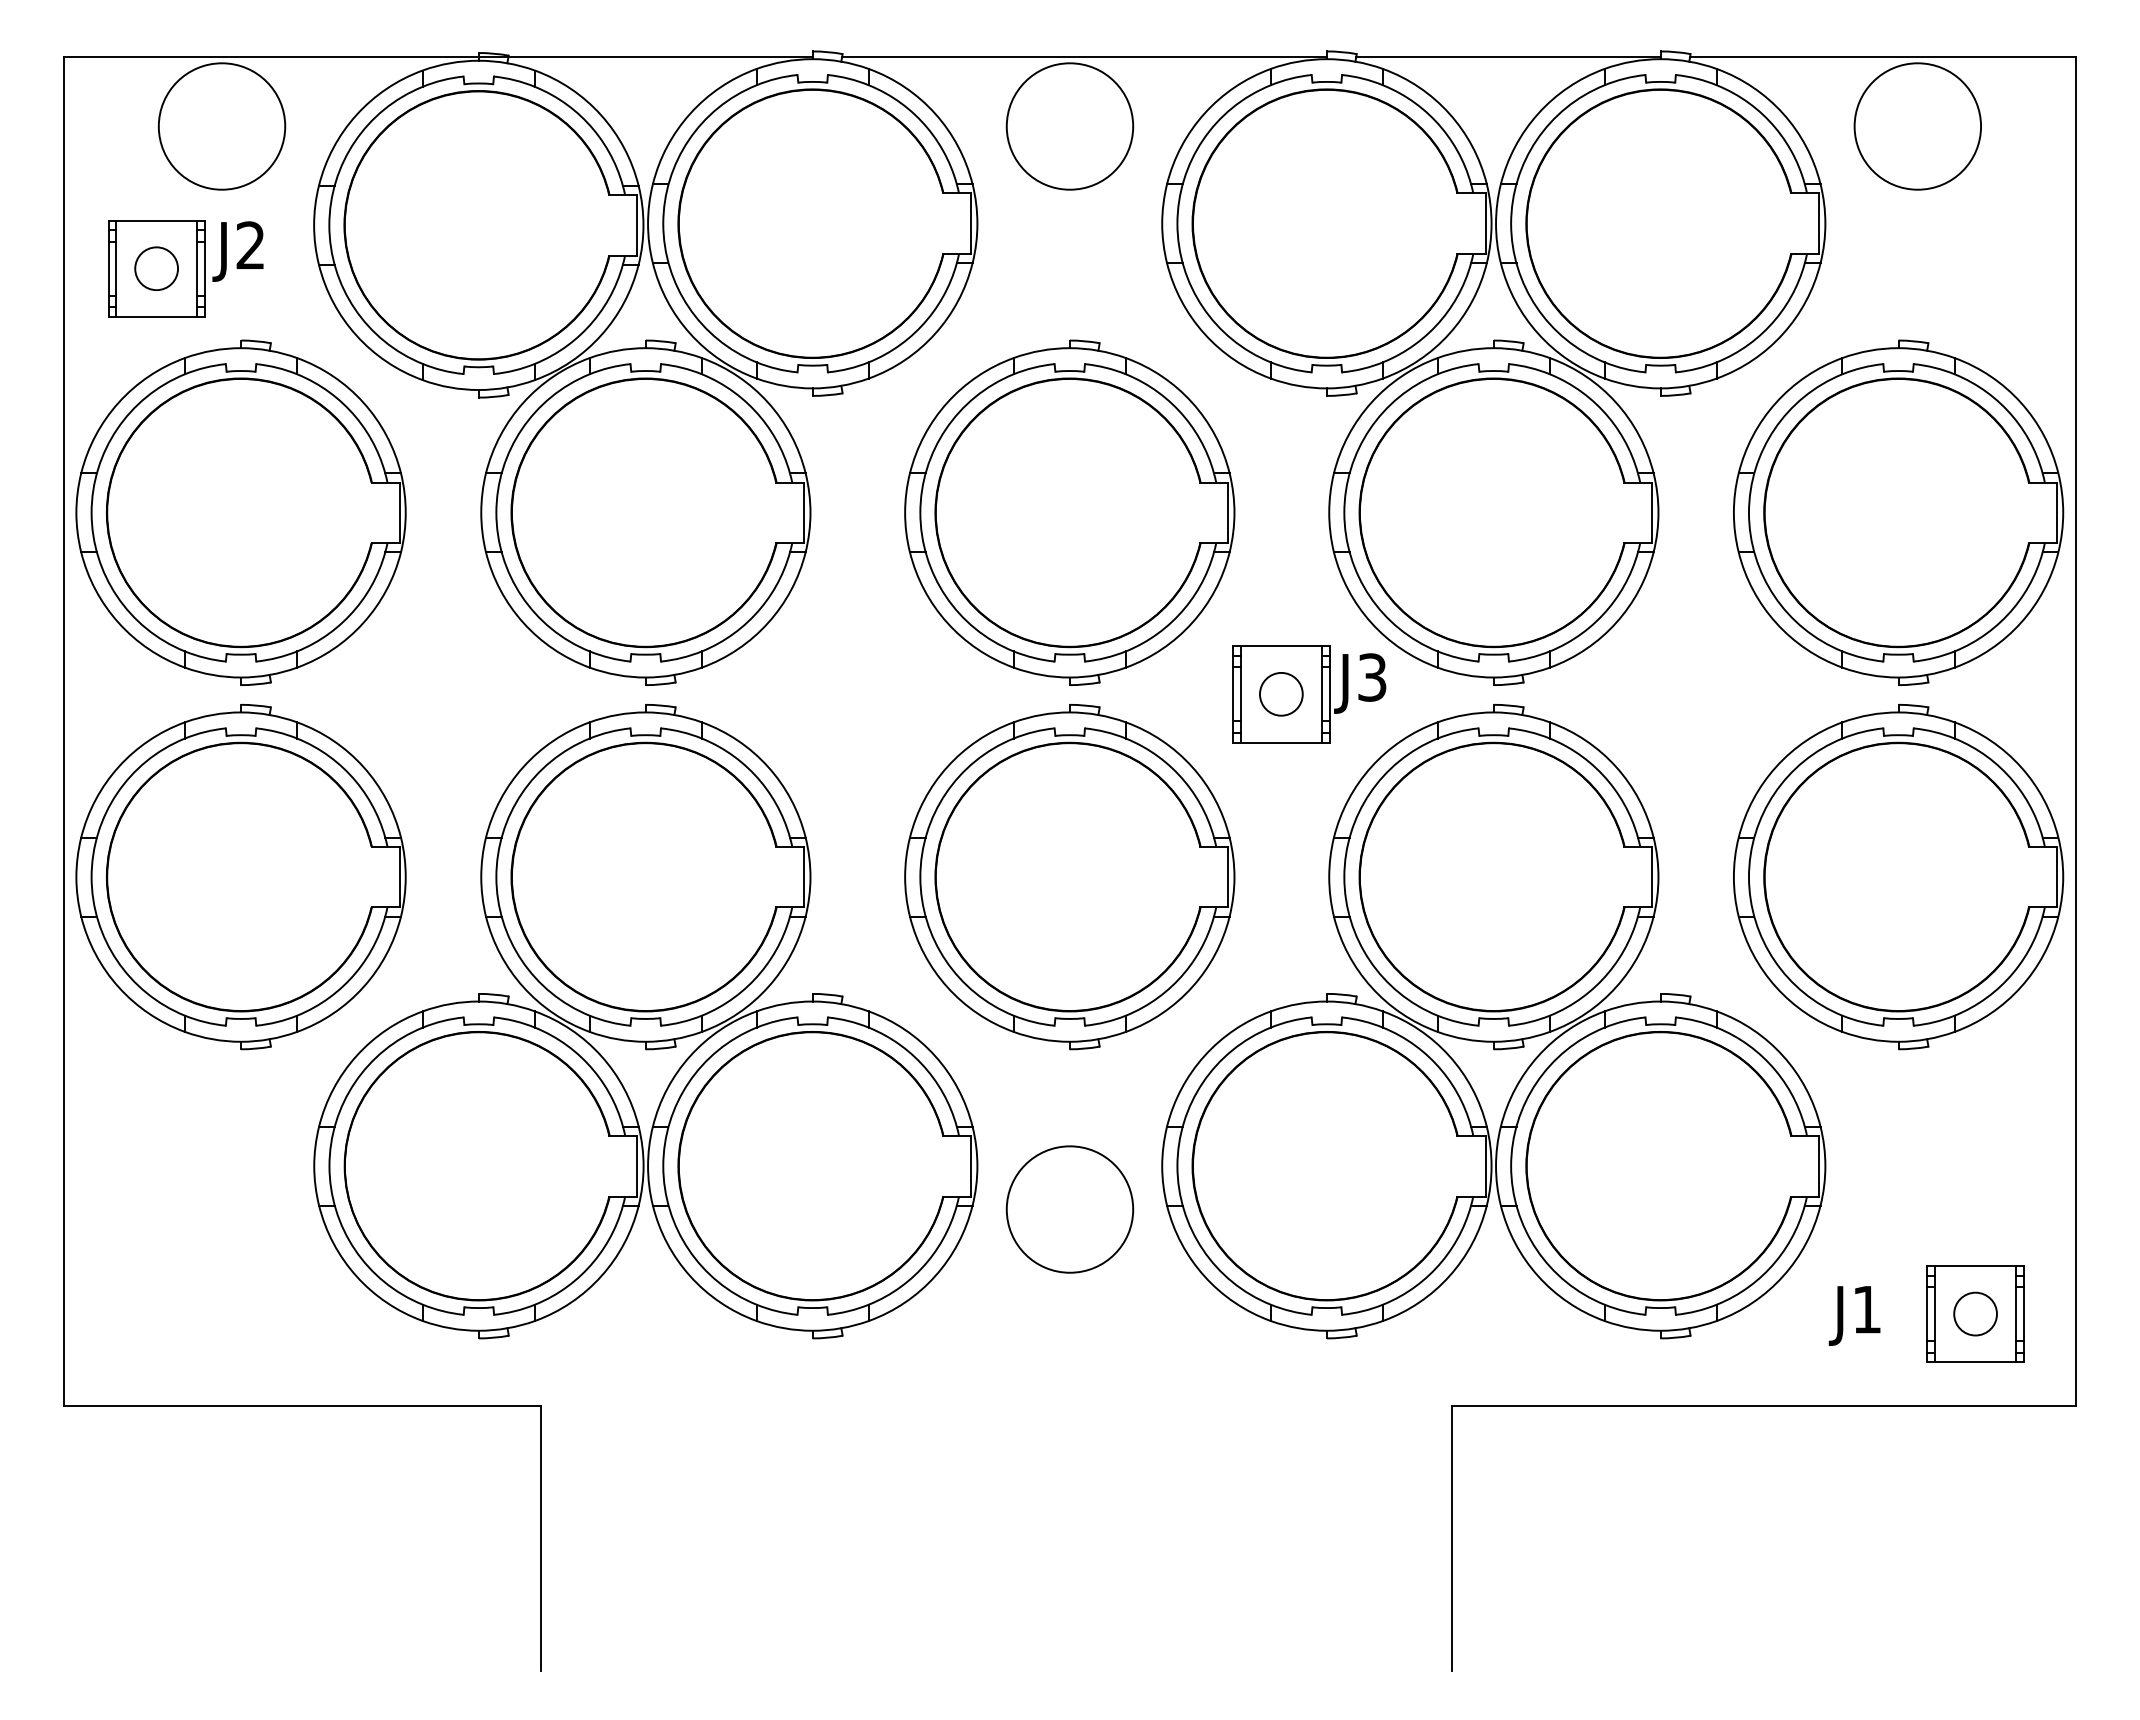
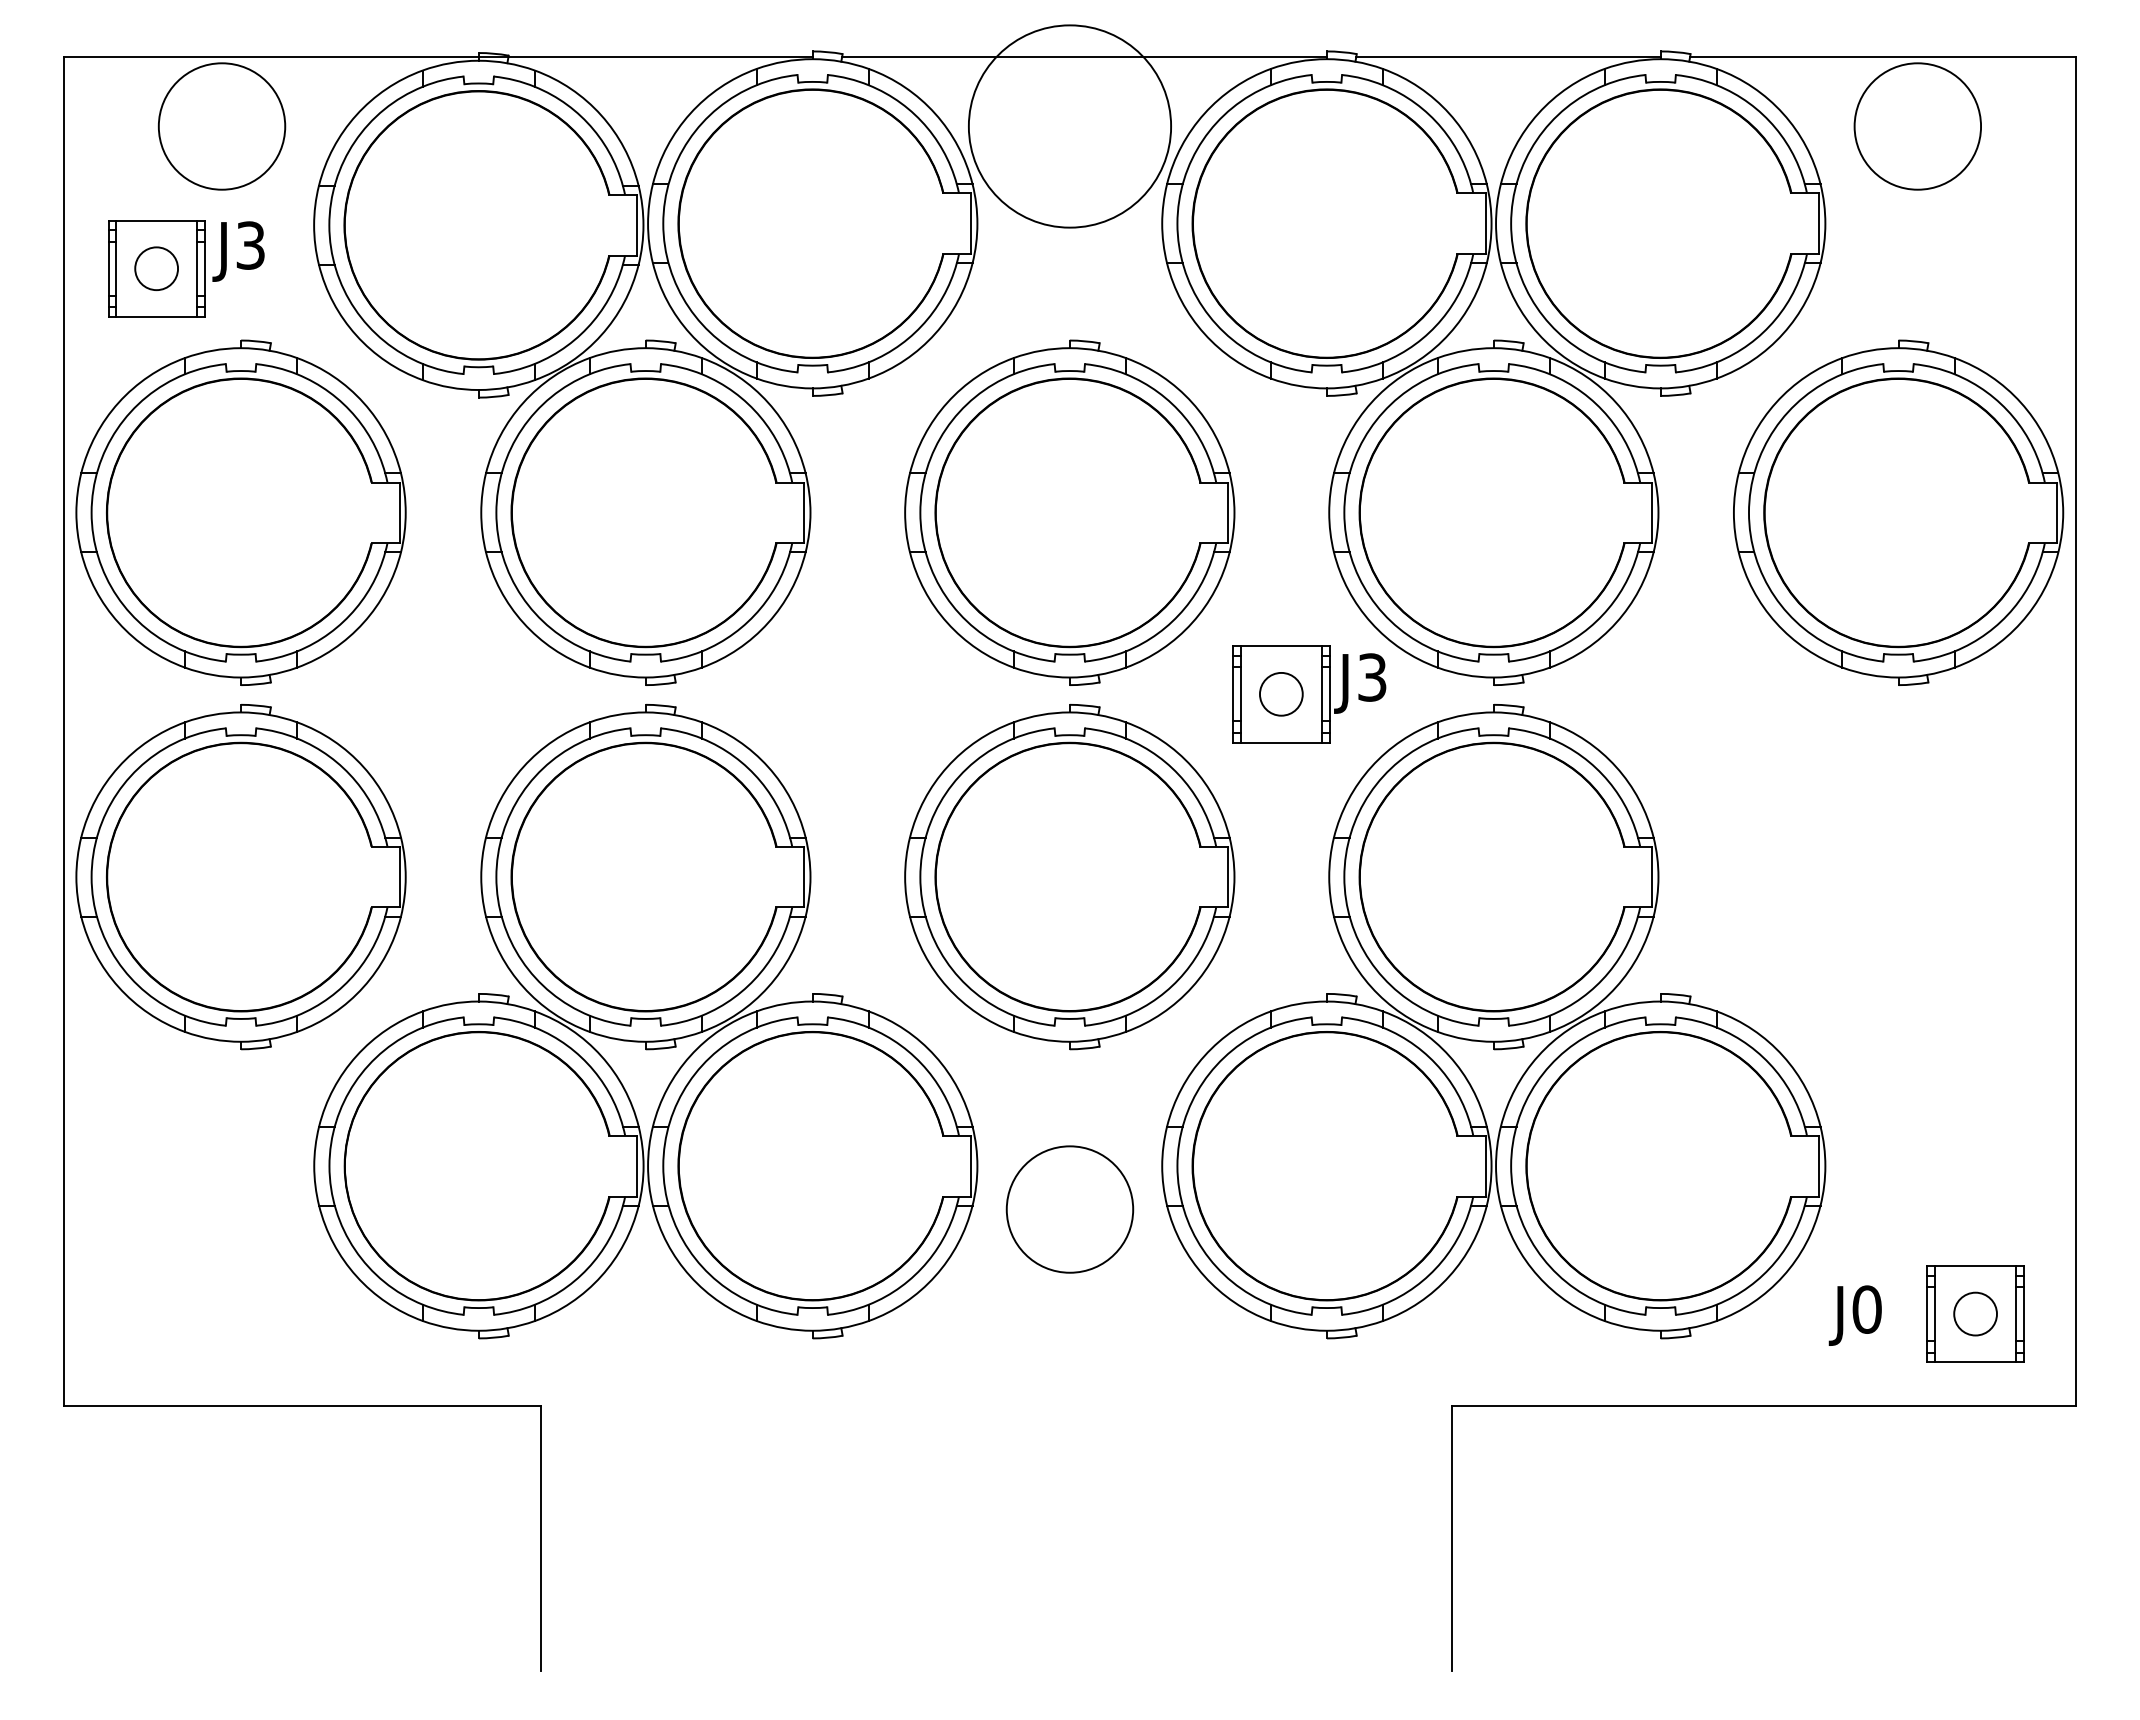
circle at (1069, 126) diameter: 126 px -> 202 px
text at (250, 245): J2 -> J3
part at (1898, 877): present -> none
text at (1866, 1309): J1 -> J0
